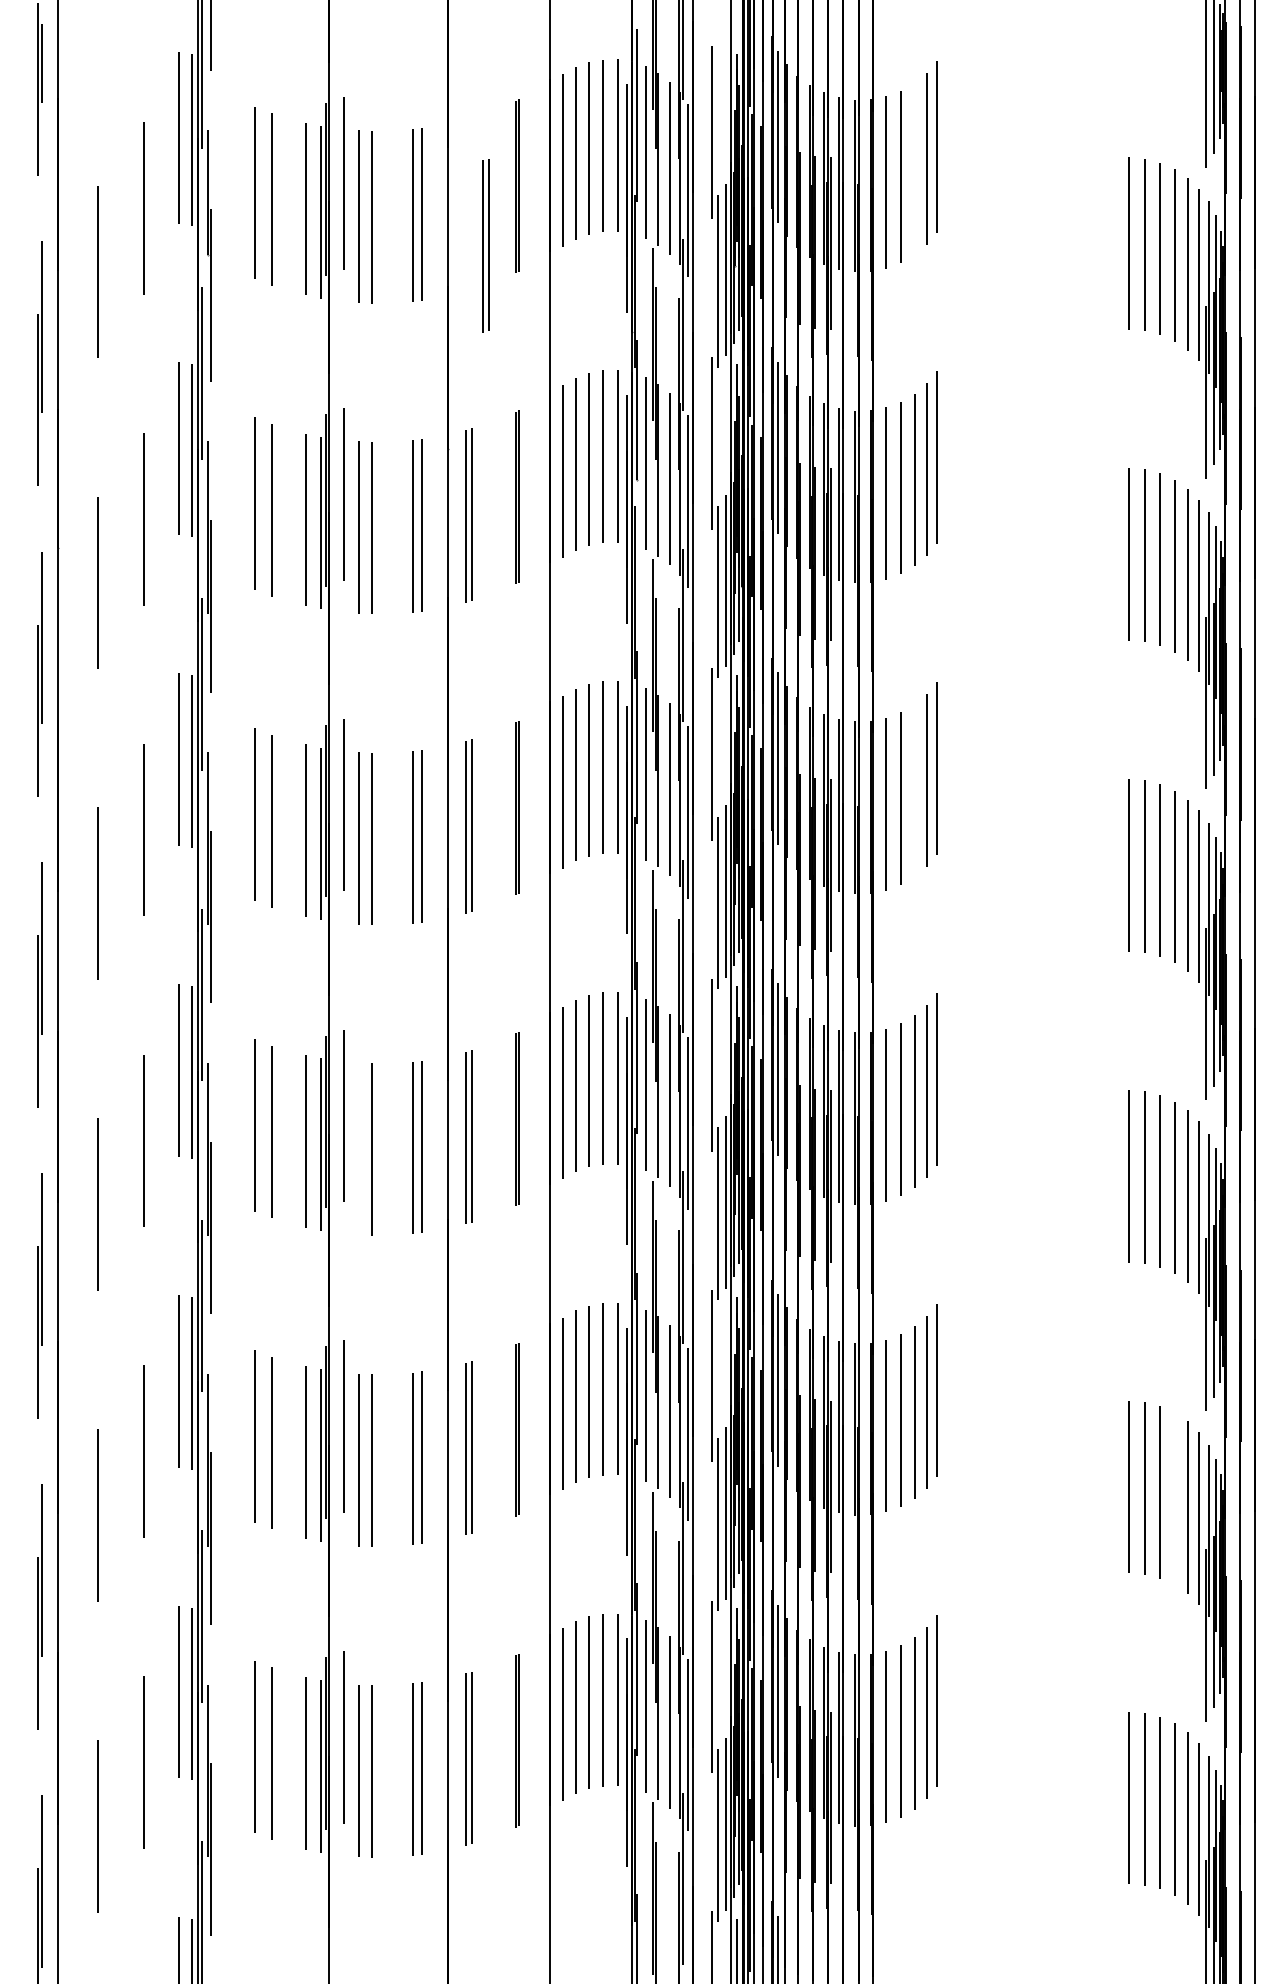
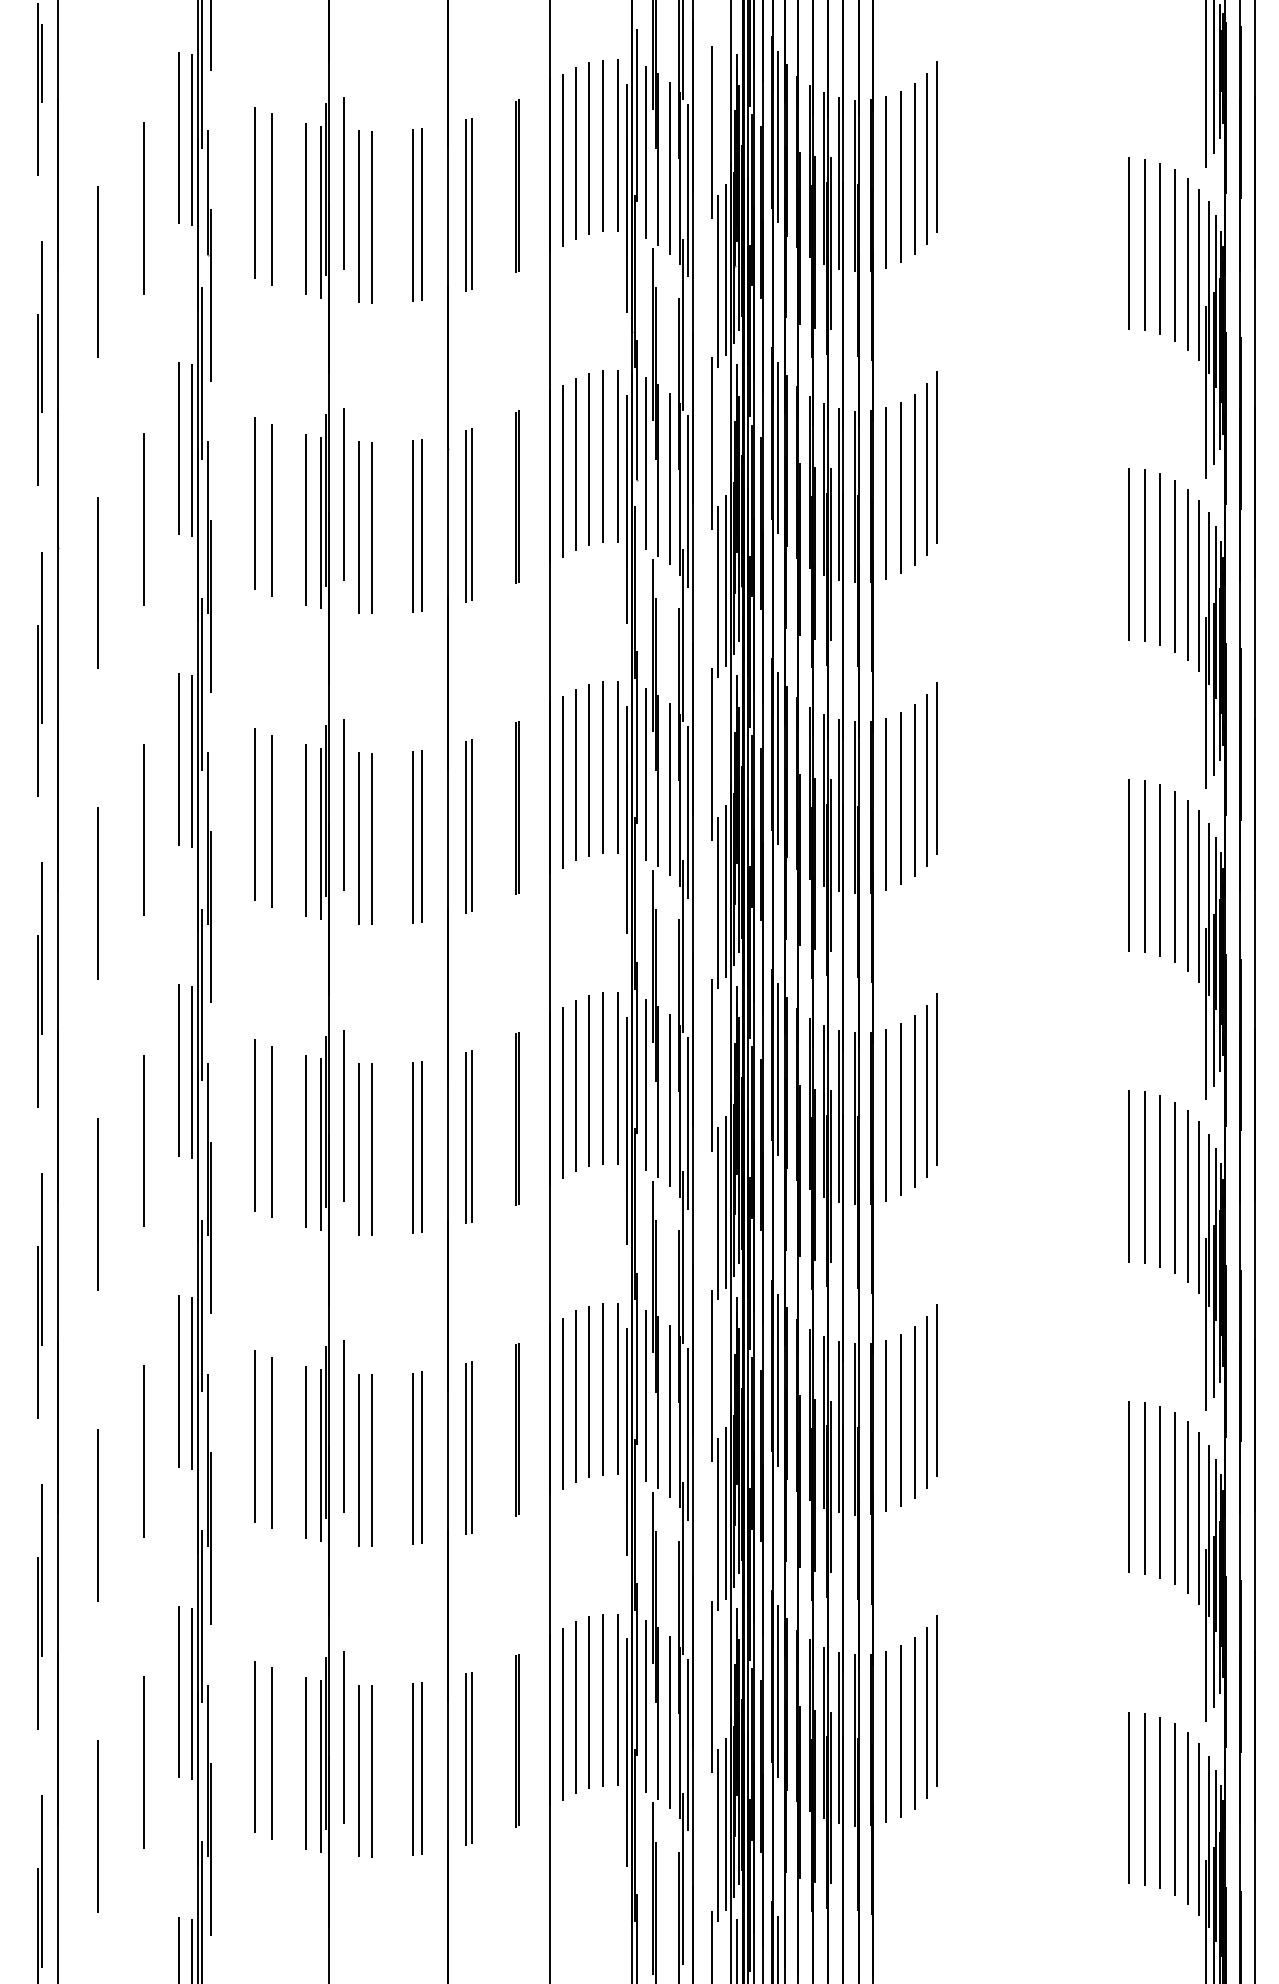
line at (914, 168): none -> present
part at (485, 245) position: (485, 245) -> (468, 204)
line at (914, 790): none -> present
line at (359, 1148): none -> present
line at (1174, 1498): none -> present
